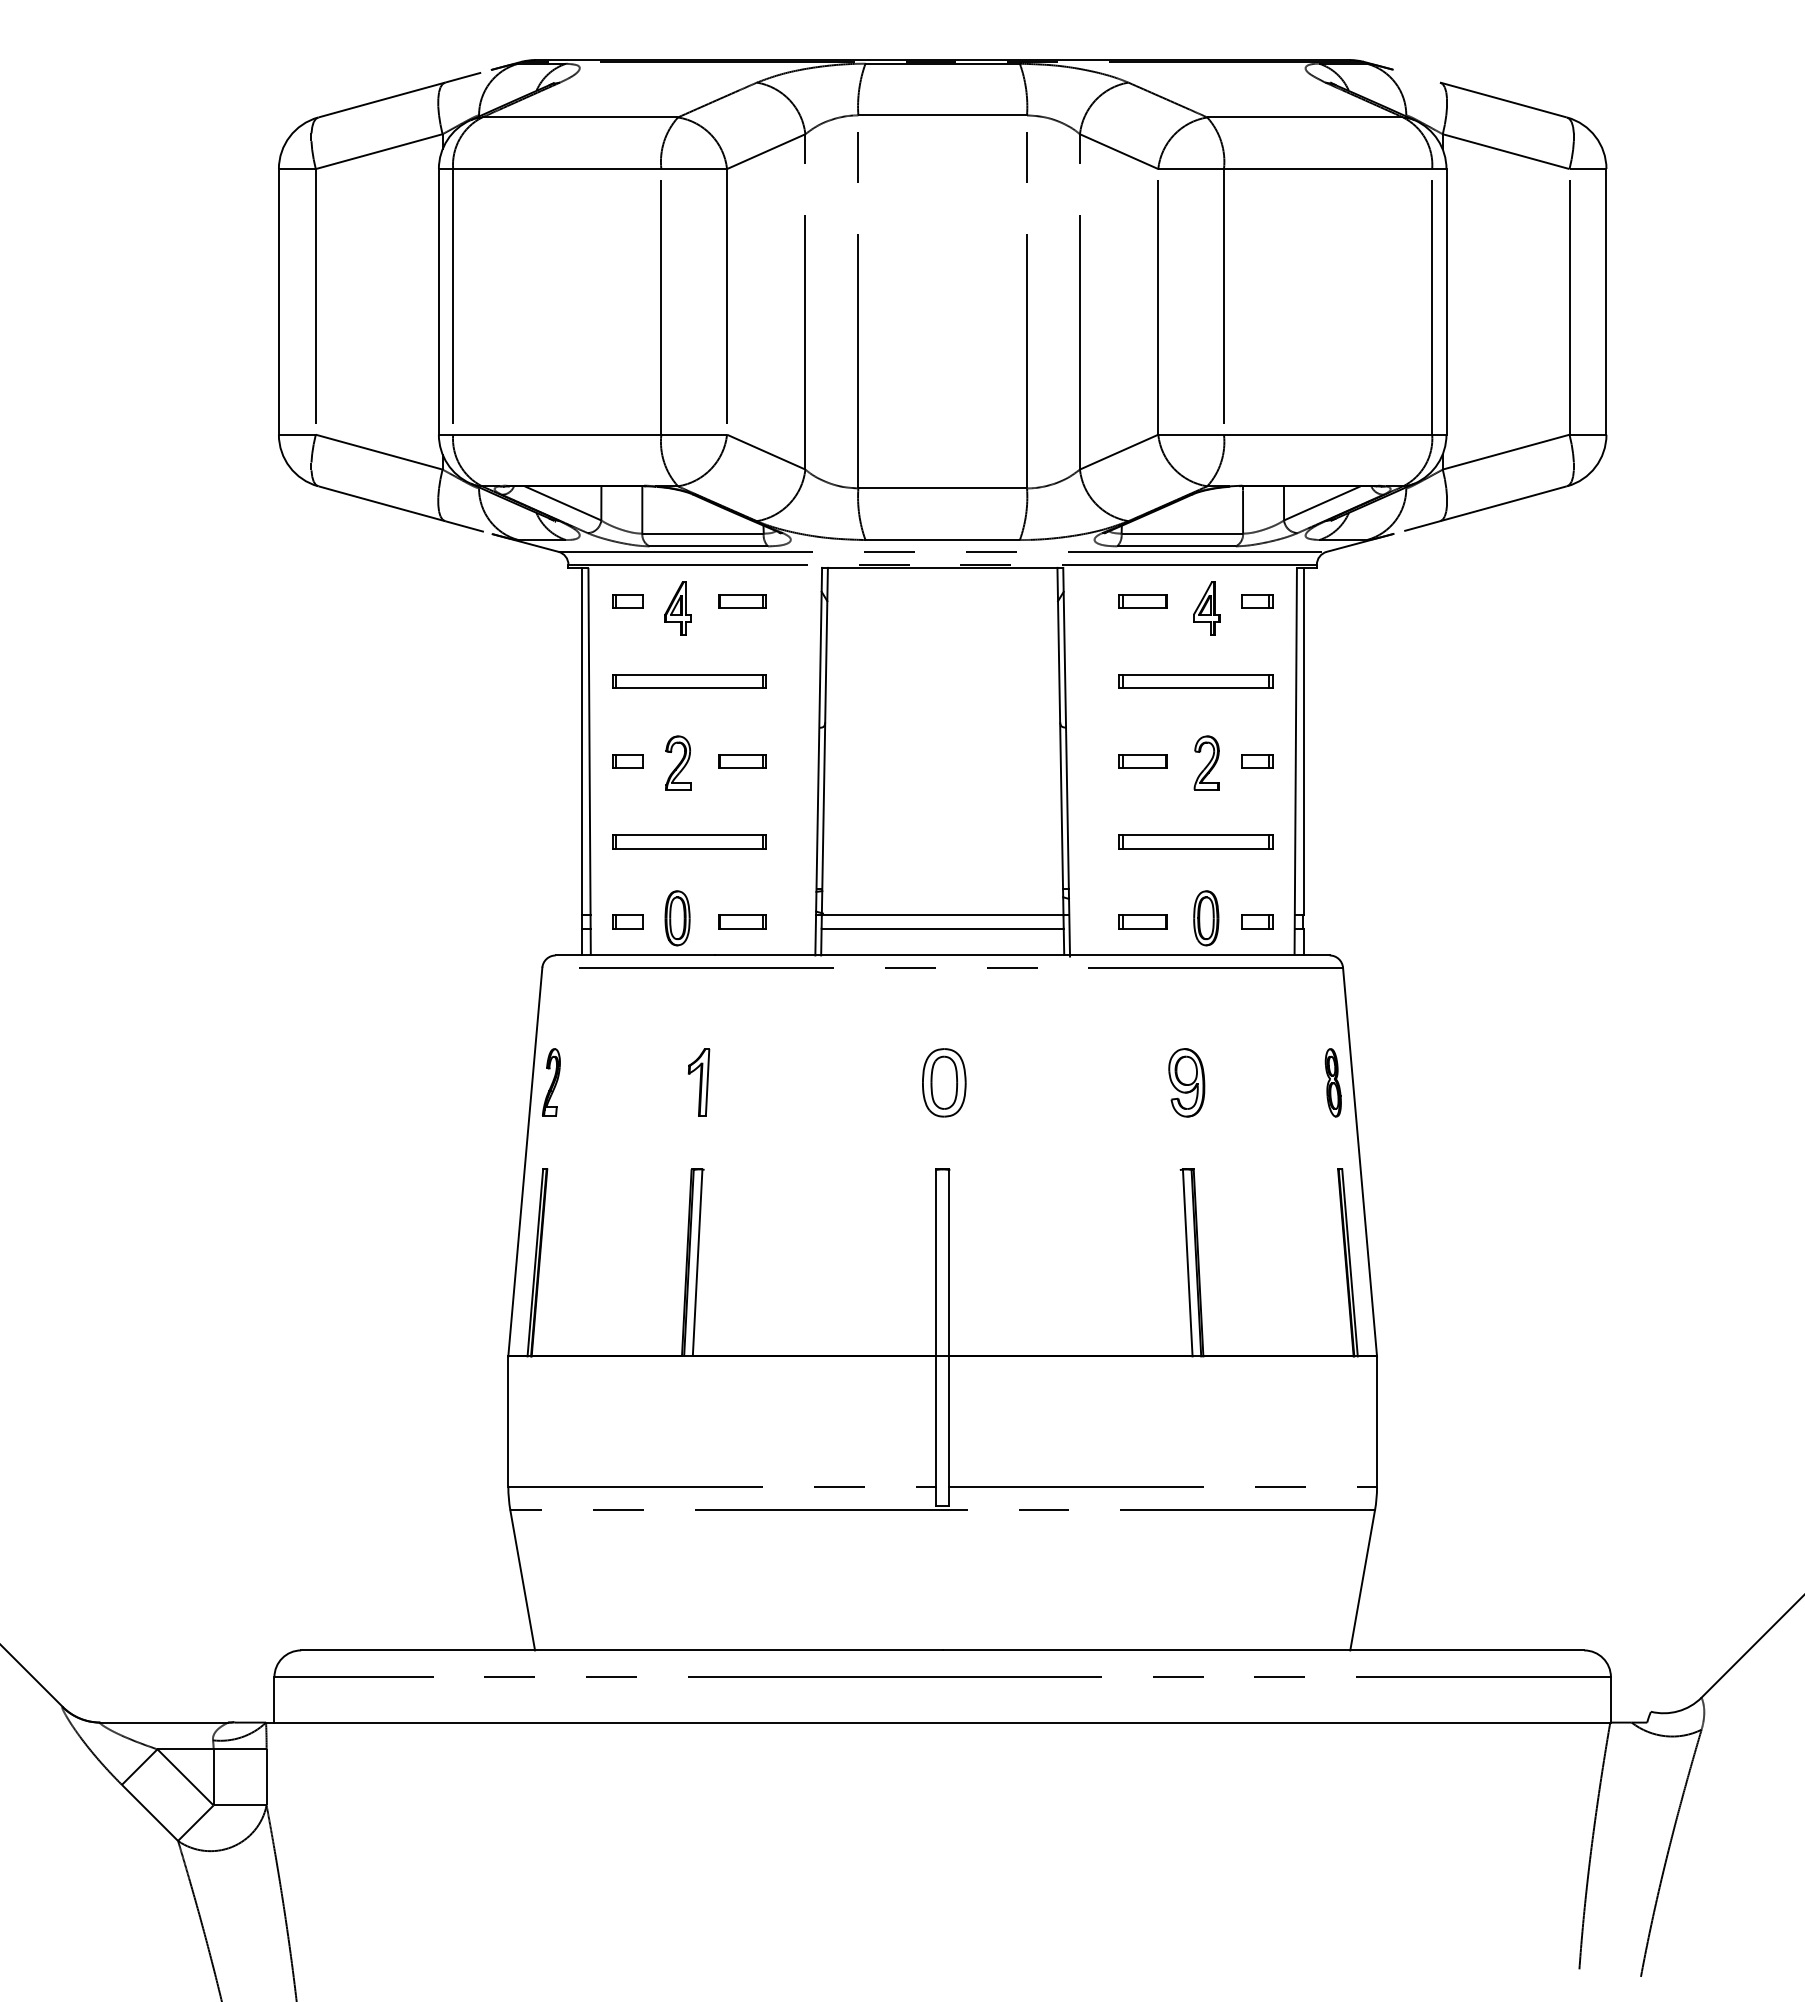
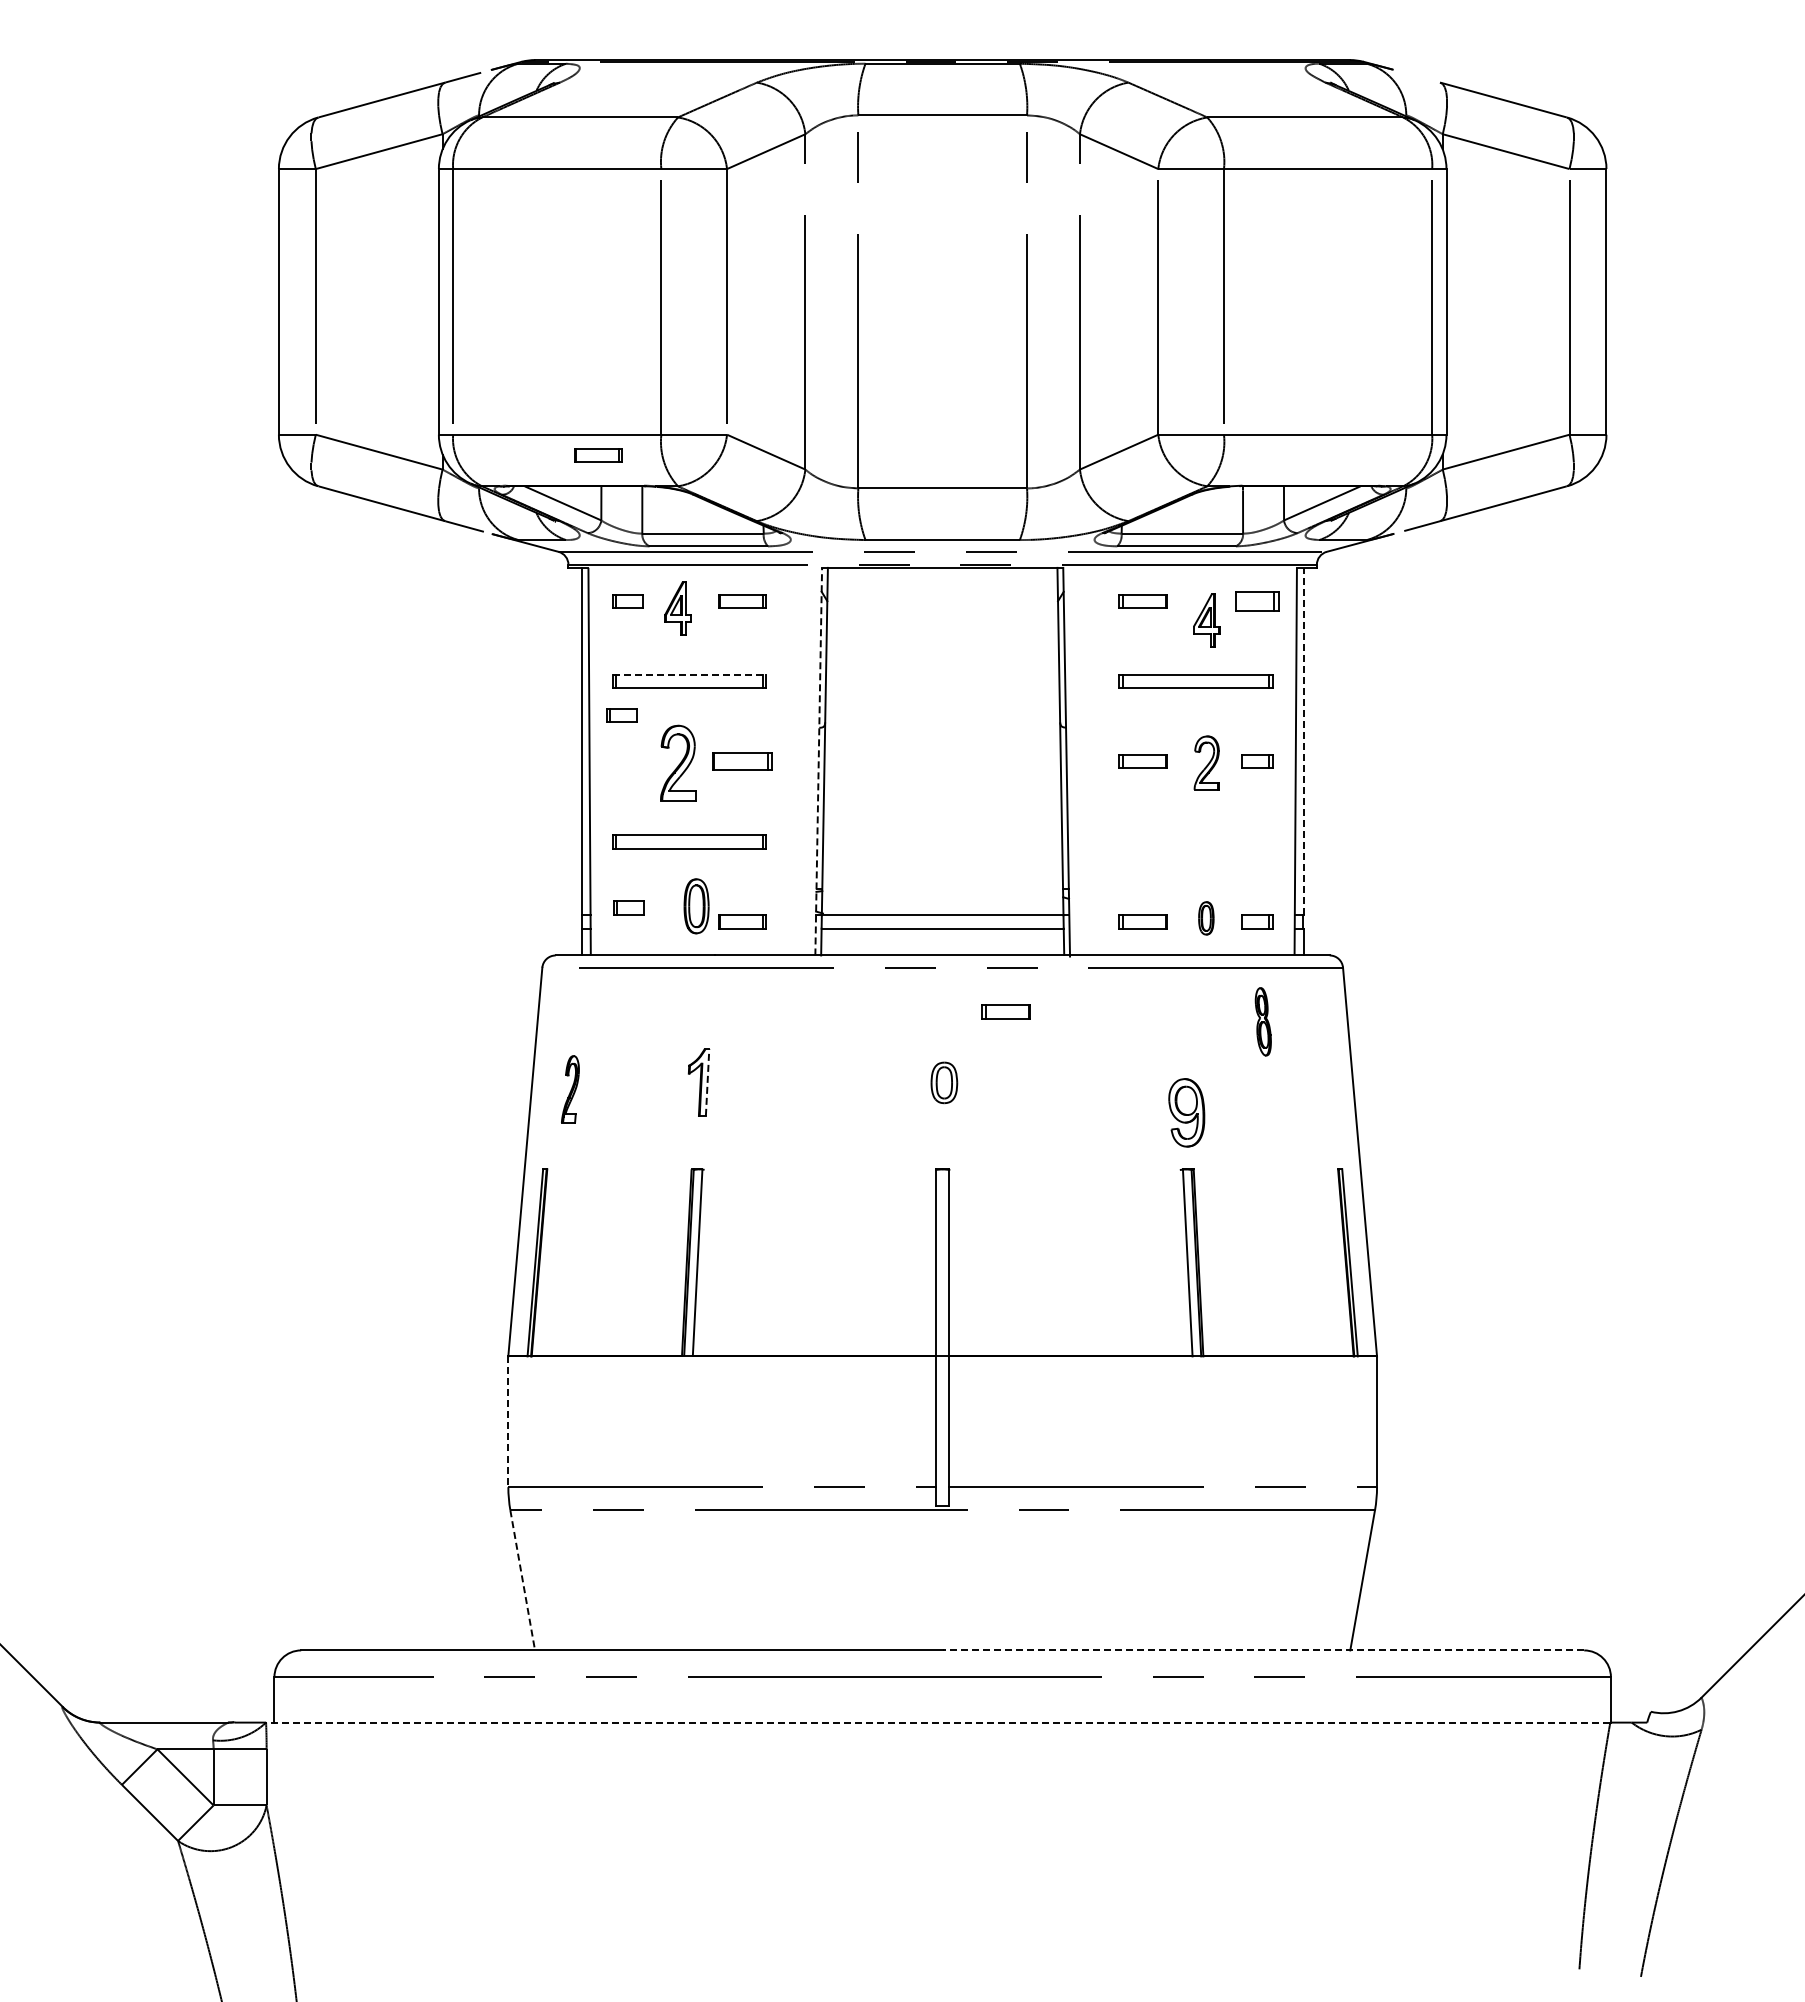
part at (598, 455): none -> present
part at (1257, 601) size: 33x15 px -> 45x21 px
part at (1206, 608) position: (1206, 608) -> (1206, 620)
line at (689, 674): solid -> dashed
line at (1303, 741): solid -> dashed
part at (627, 761) position: (627, 761) -> (621, 715)
part at (742, 761) size: 49x15 px -> 61x19 px
line at (818, 761): solid -> dashed
part at (678, 762) size: 27x56 px -> 37x78 px
part at (1195, 841): present -> none
part at (677, 918) position: (677, 918) -> (696, 906)
part at (1206, 918) size: 27x57 px -> 17x35 px
part at (627, 921) position: (627, 921) -> (628, 907)
part at (1005, 1011): none -> present
part at (551, 1082) position: (551, 1082) -> (570, 1089)
line at (707, 1082): solid -> dashed
part at (944, 1082) size: 45x70 px -> 29x44 px
part at (1186, 1082) position: (1186, 1082) -> (1186, 1112)
part at (1332, 1082) position: (1332, 1082) -> (1262, 1021)
line at (508, 1422): solid -> dashed
line at (522, 1580): solid -> dashed
line at (1263, 1650): solid -> dashed
line at (937, 1722): solid -> dashed
